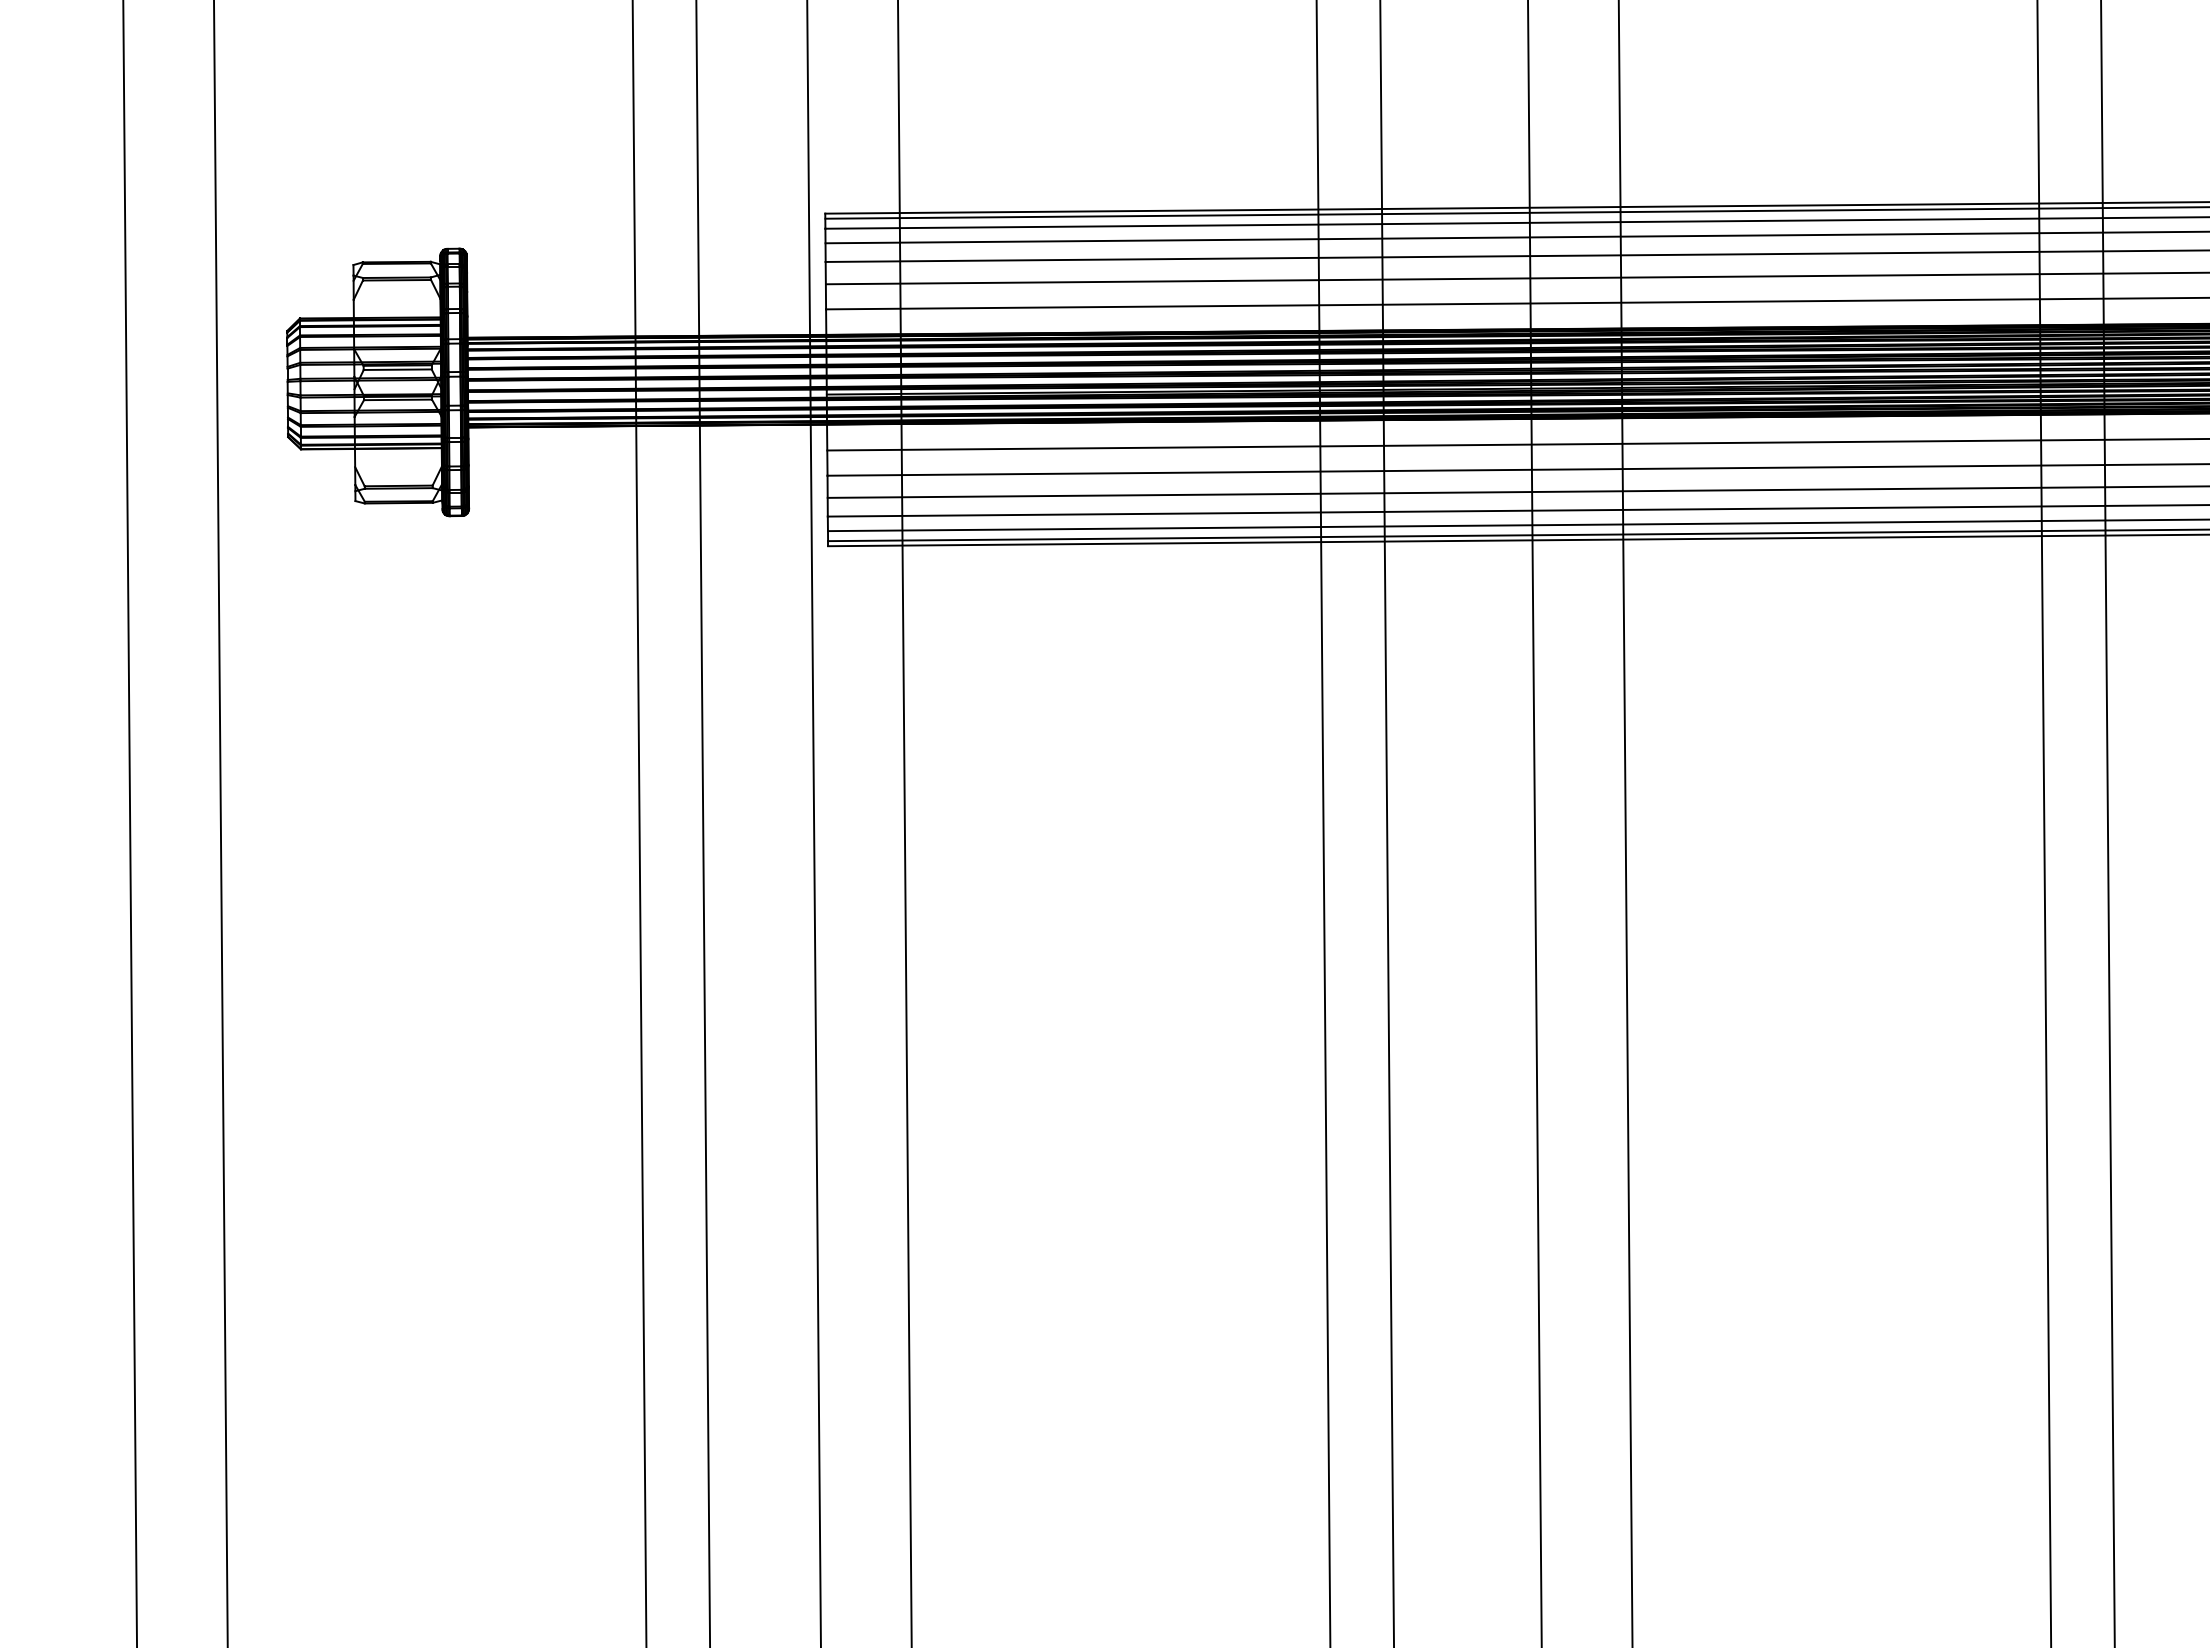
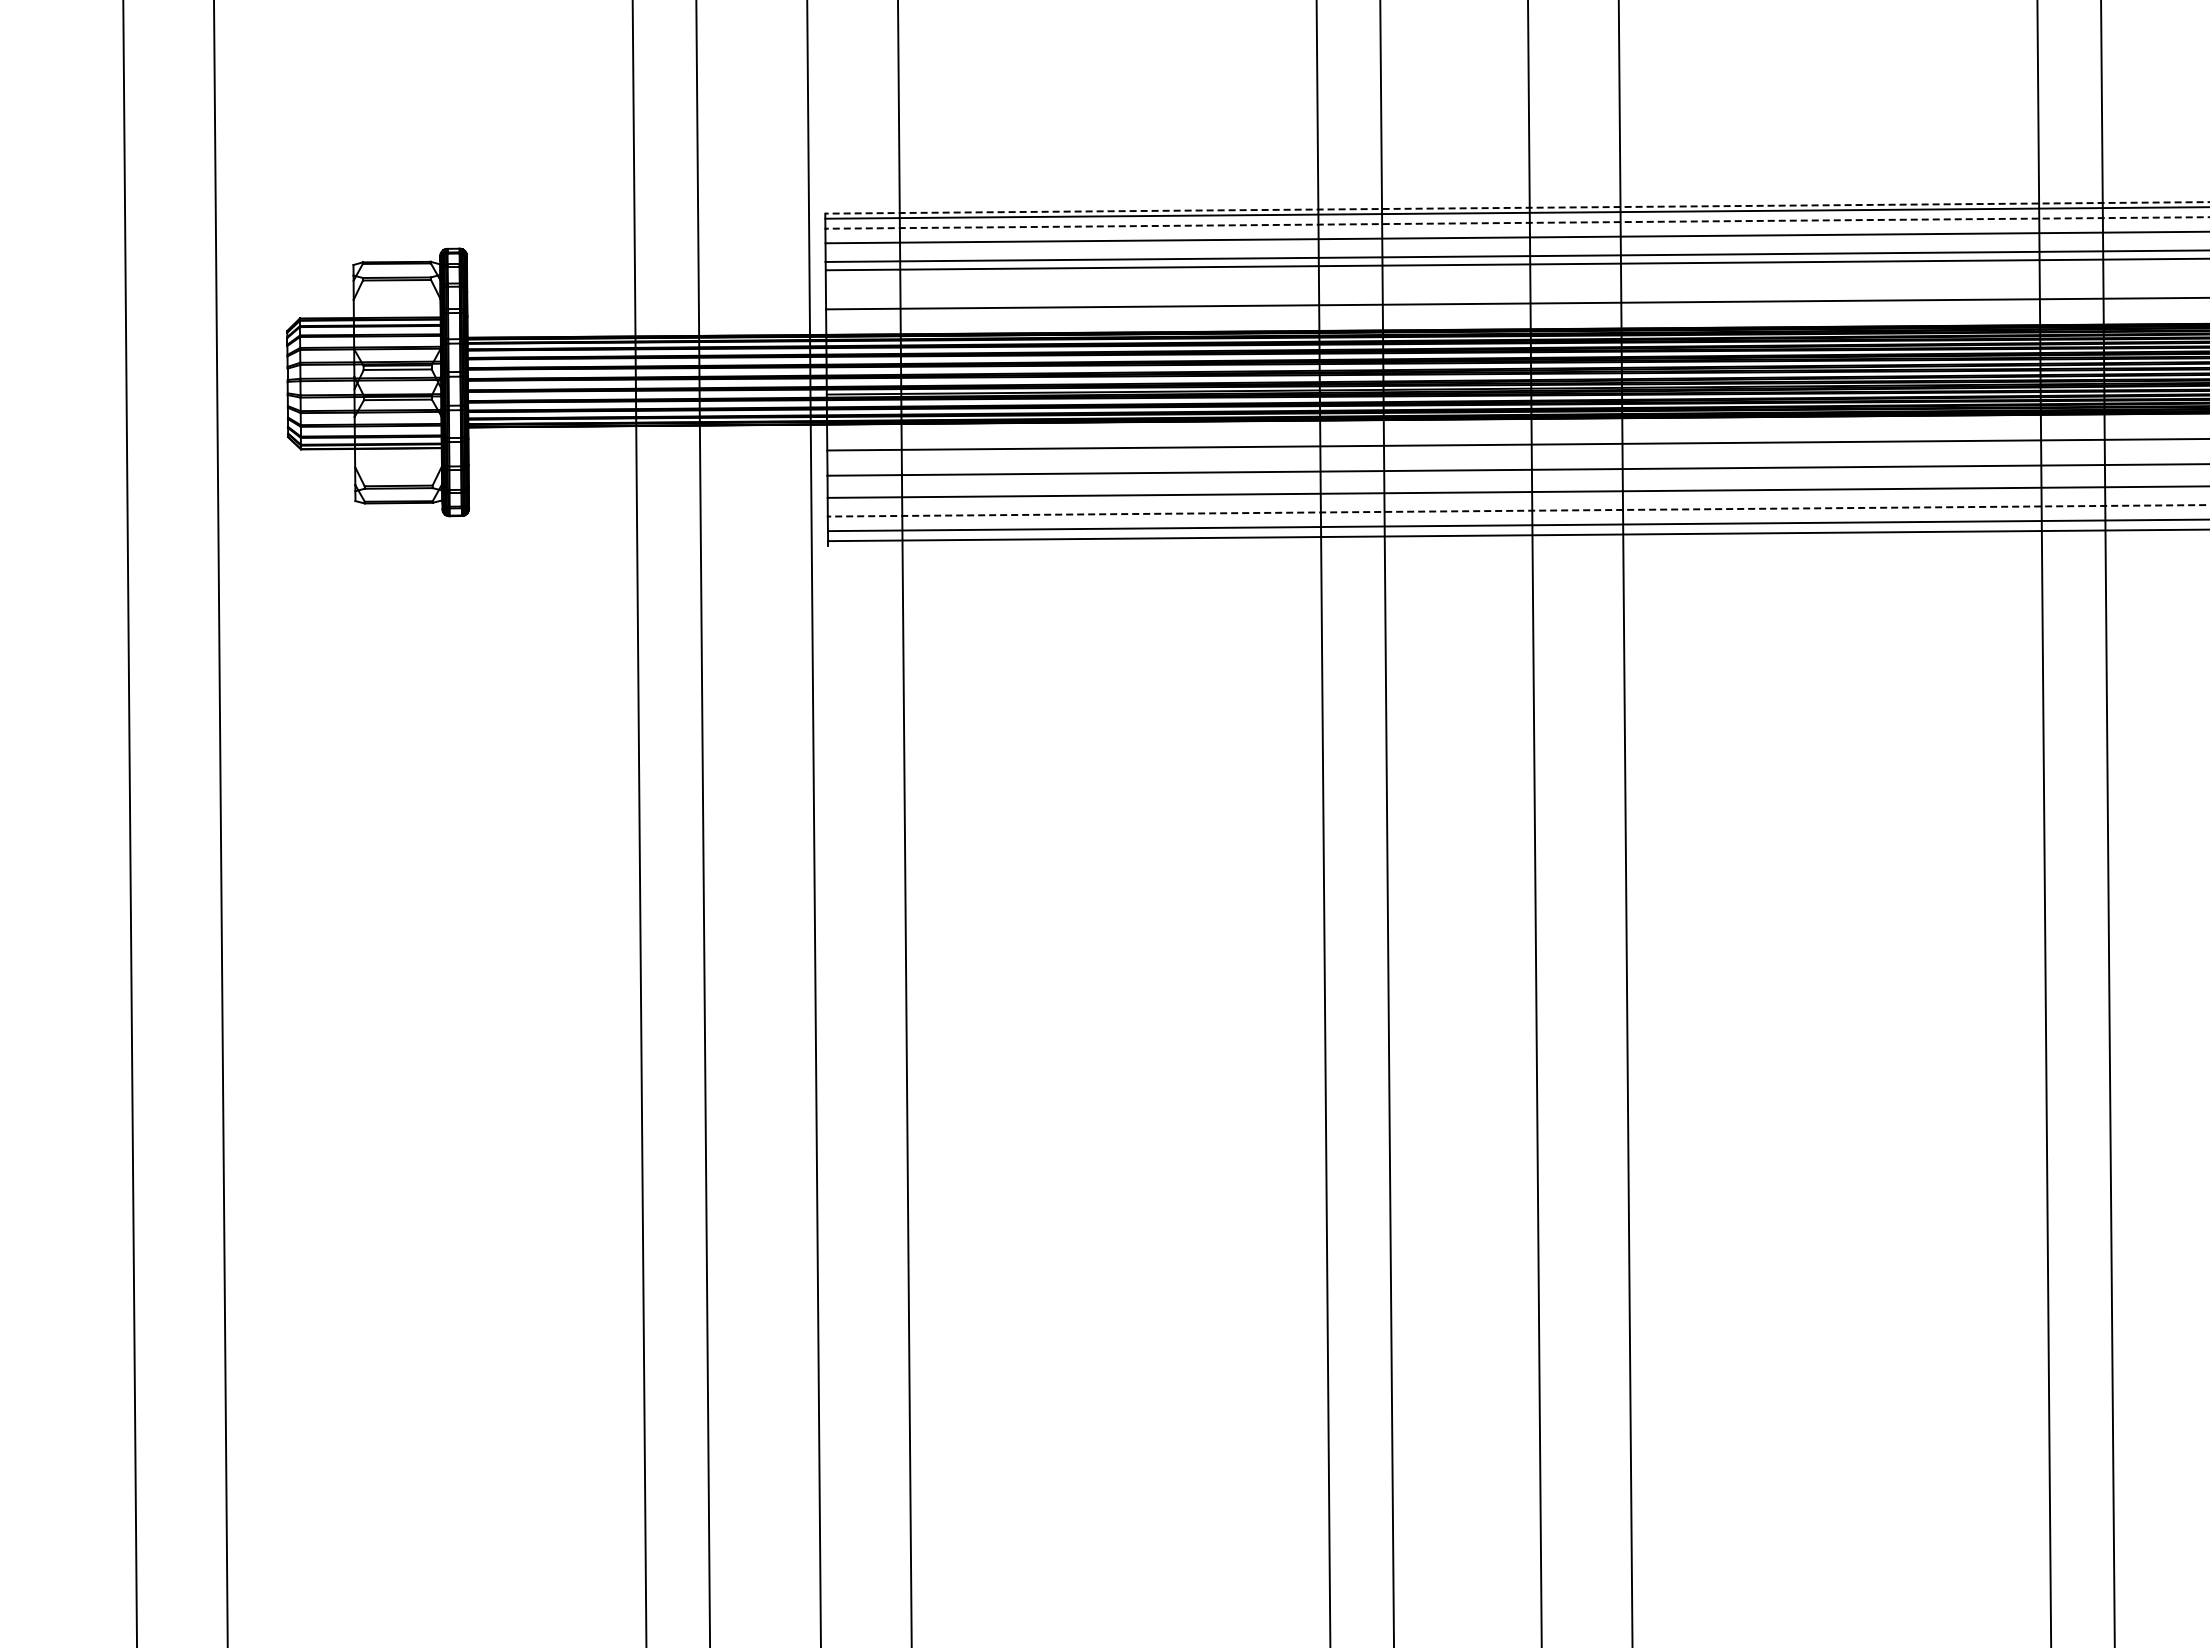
line at (1517, 207): solid -> dashed
line at (1517, 222): solid -> dashed
line at (1515, 278) position: (1515, 278) -> (1515, 264)
line at (1518, 510): solid -> dashed
line at (1517, 540): present -> none
